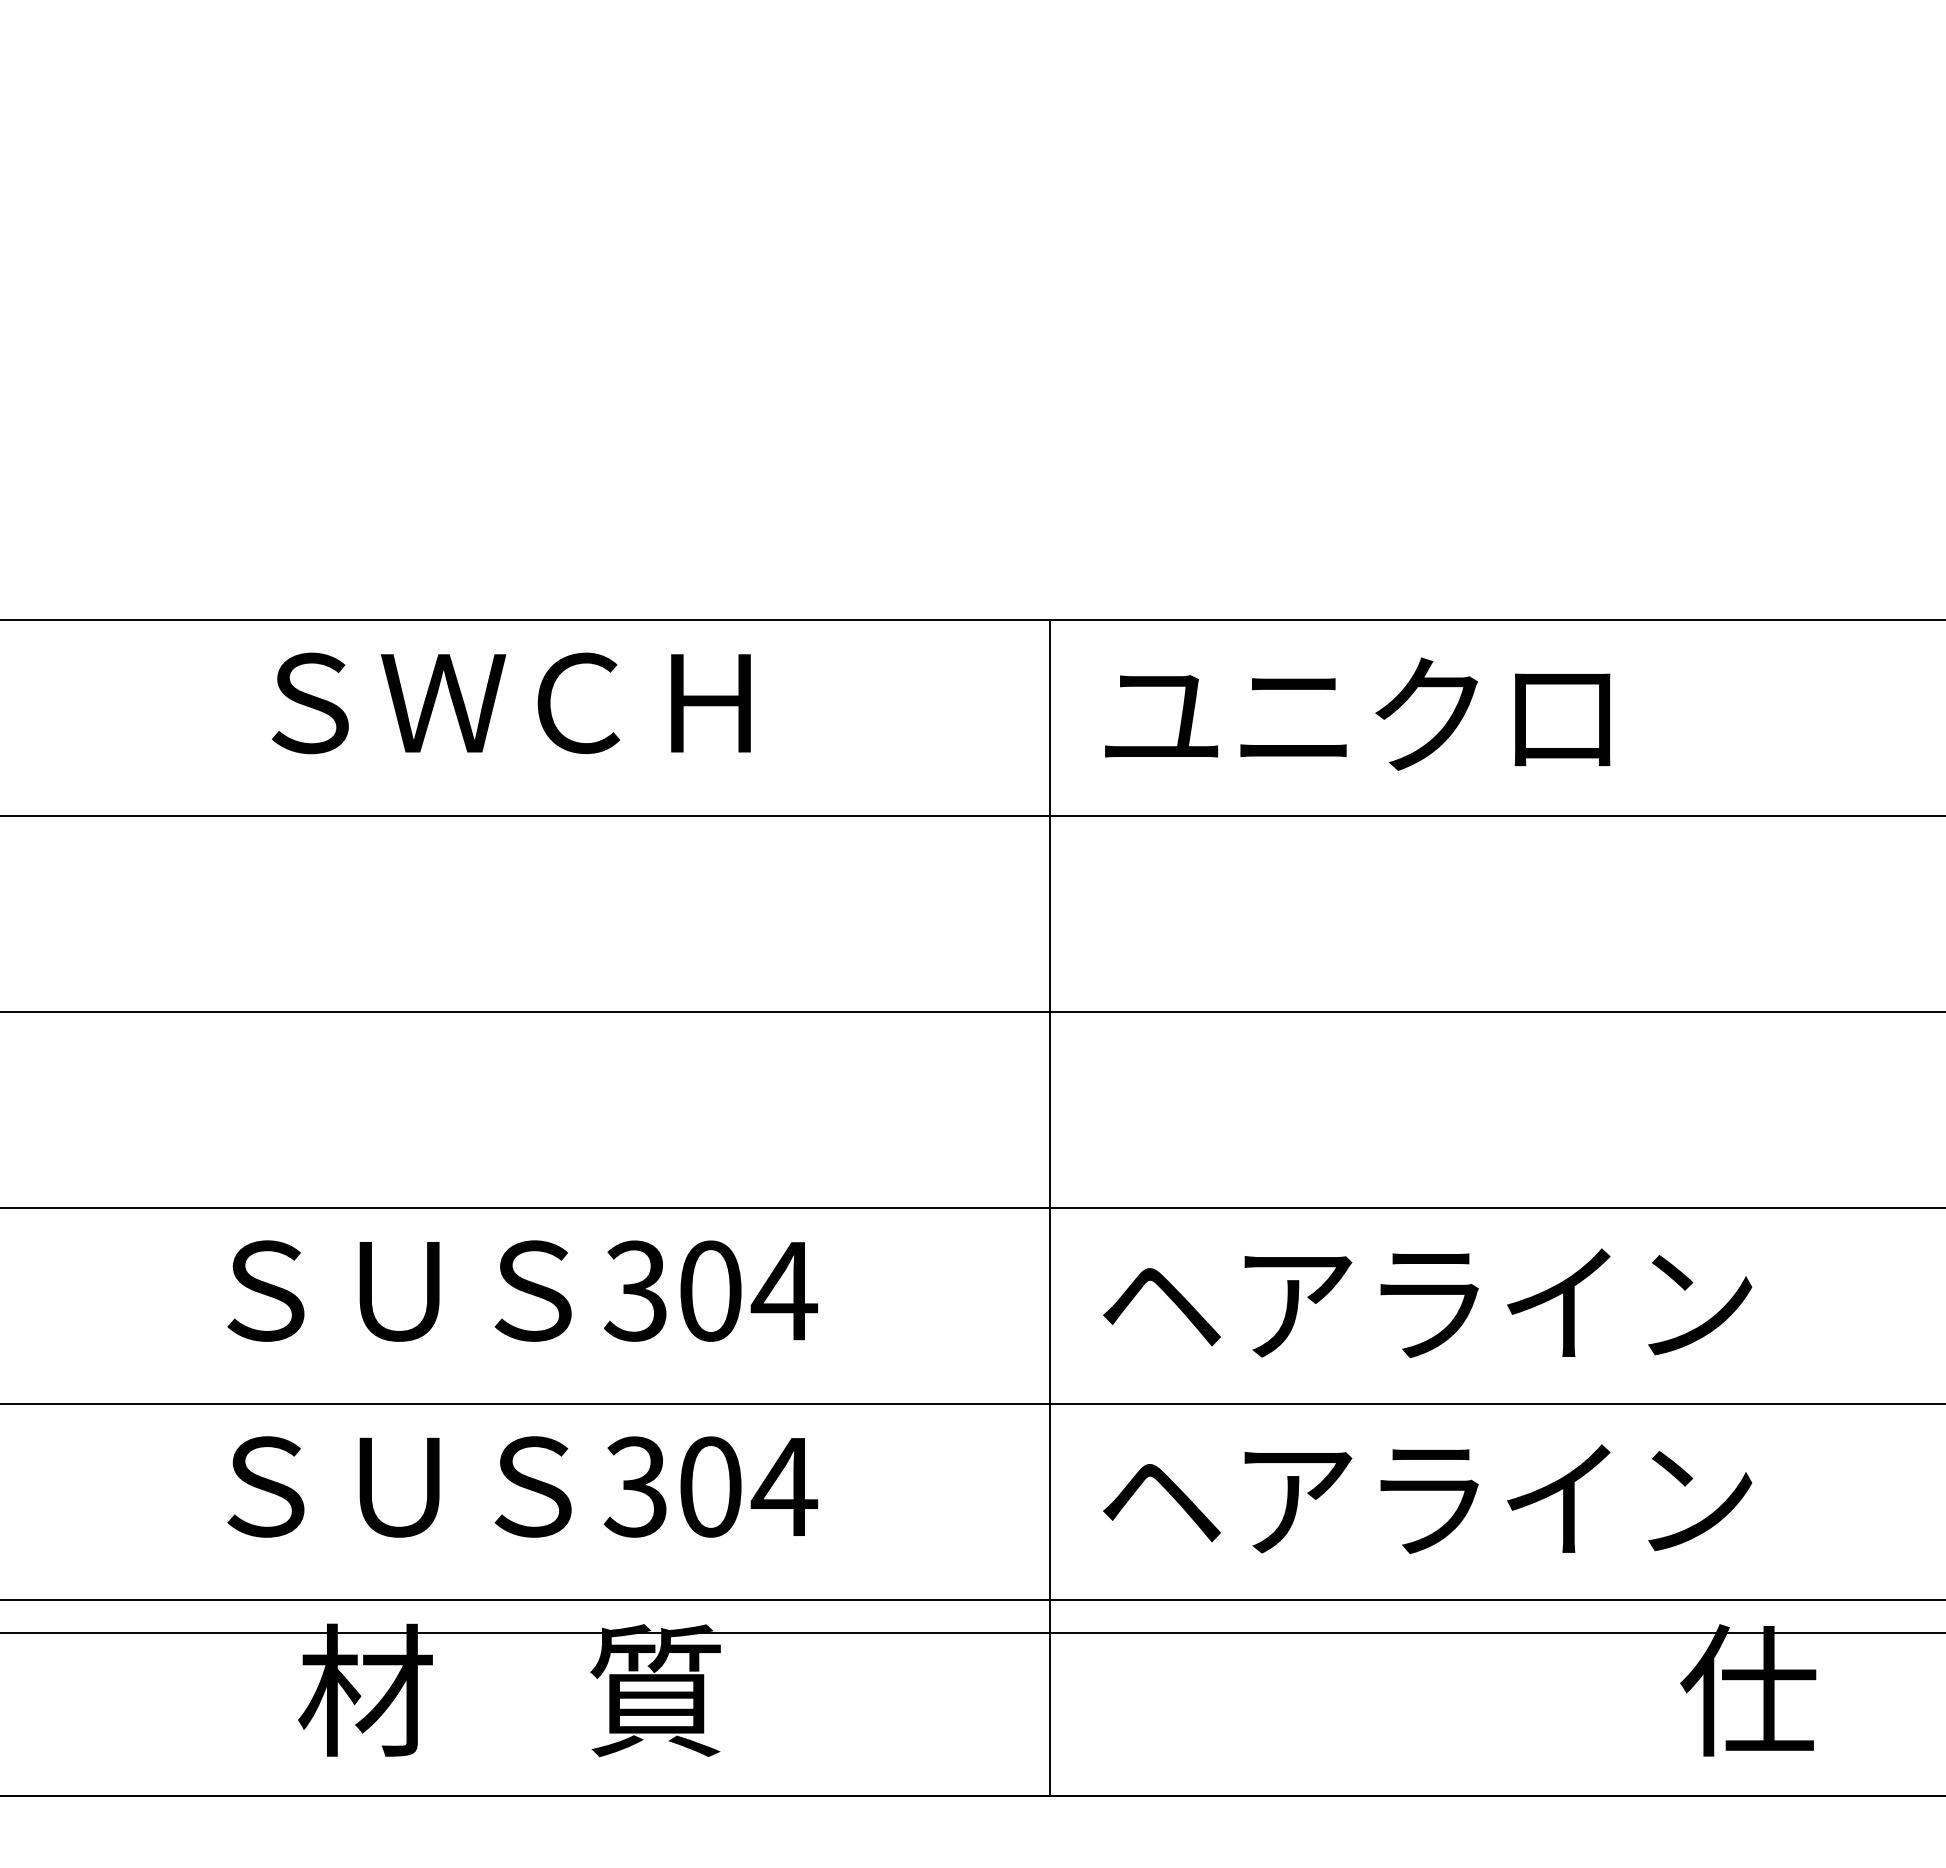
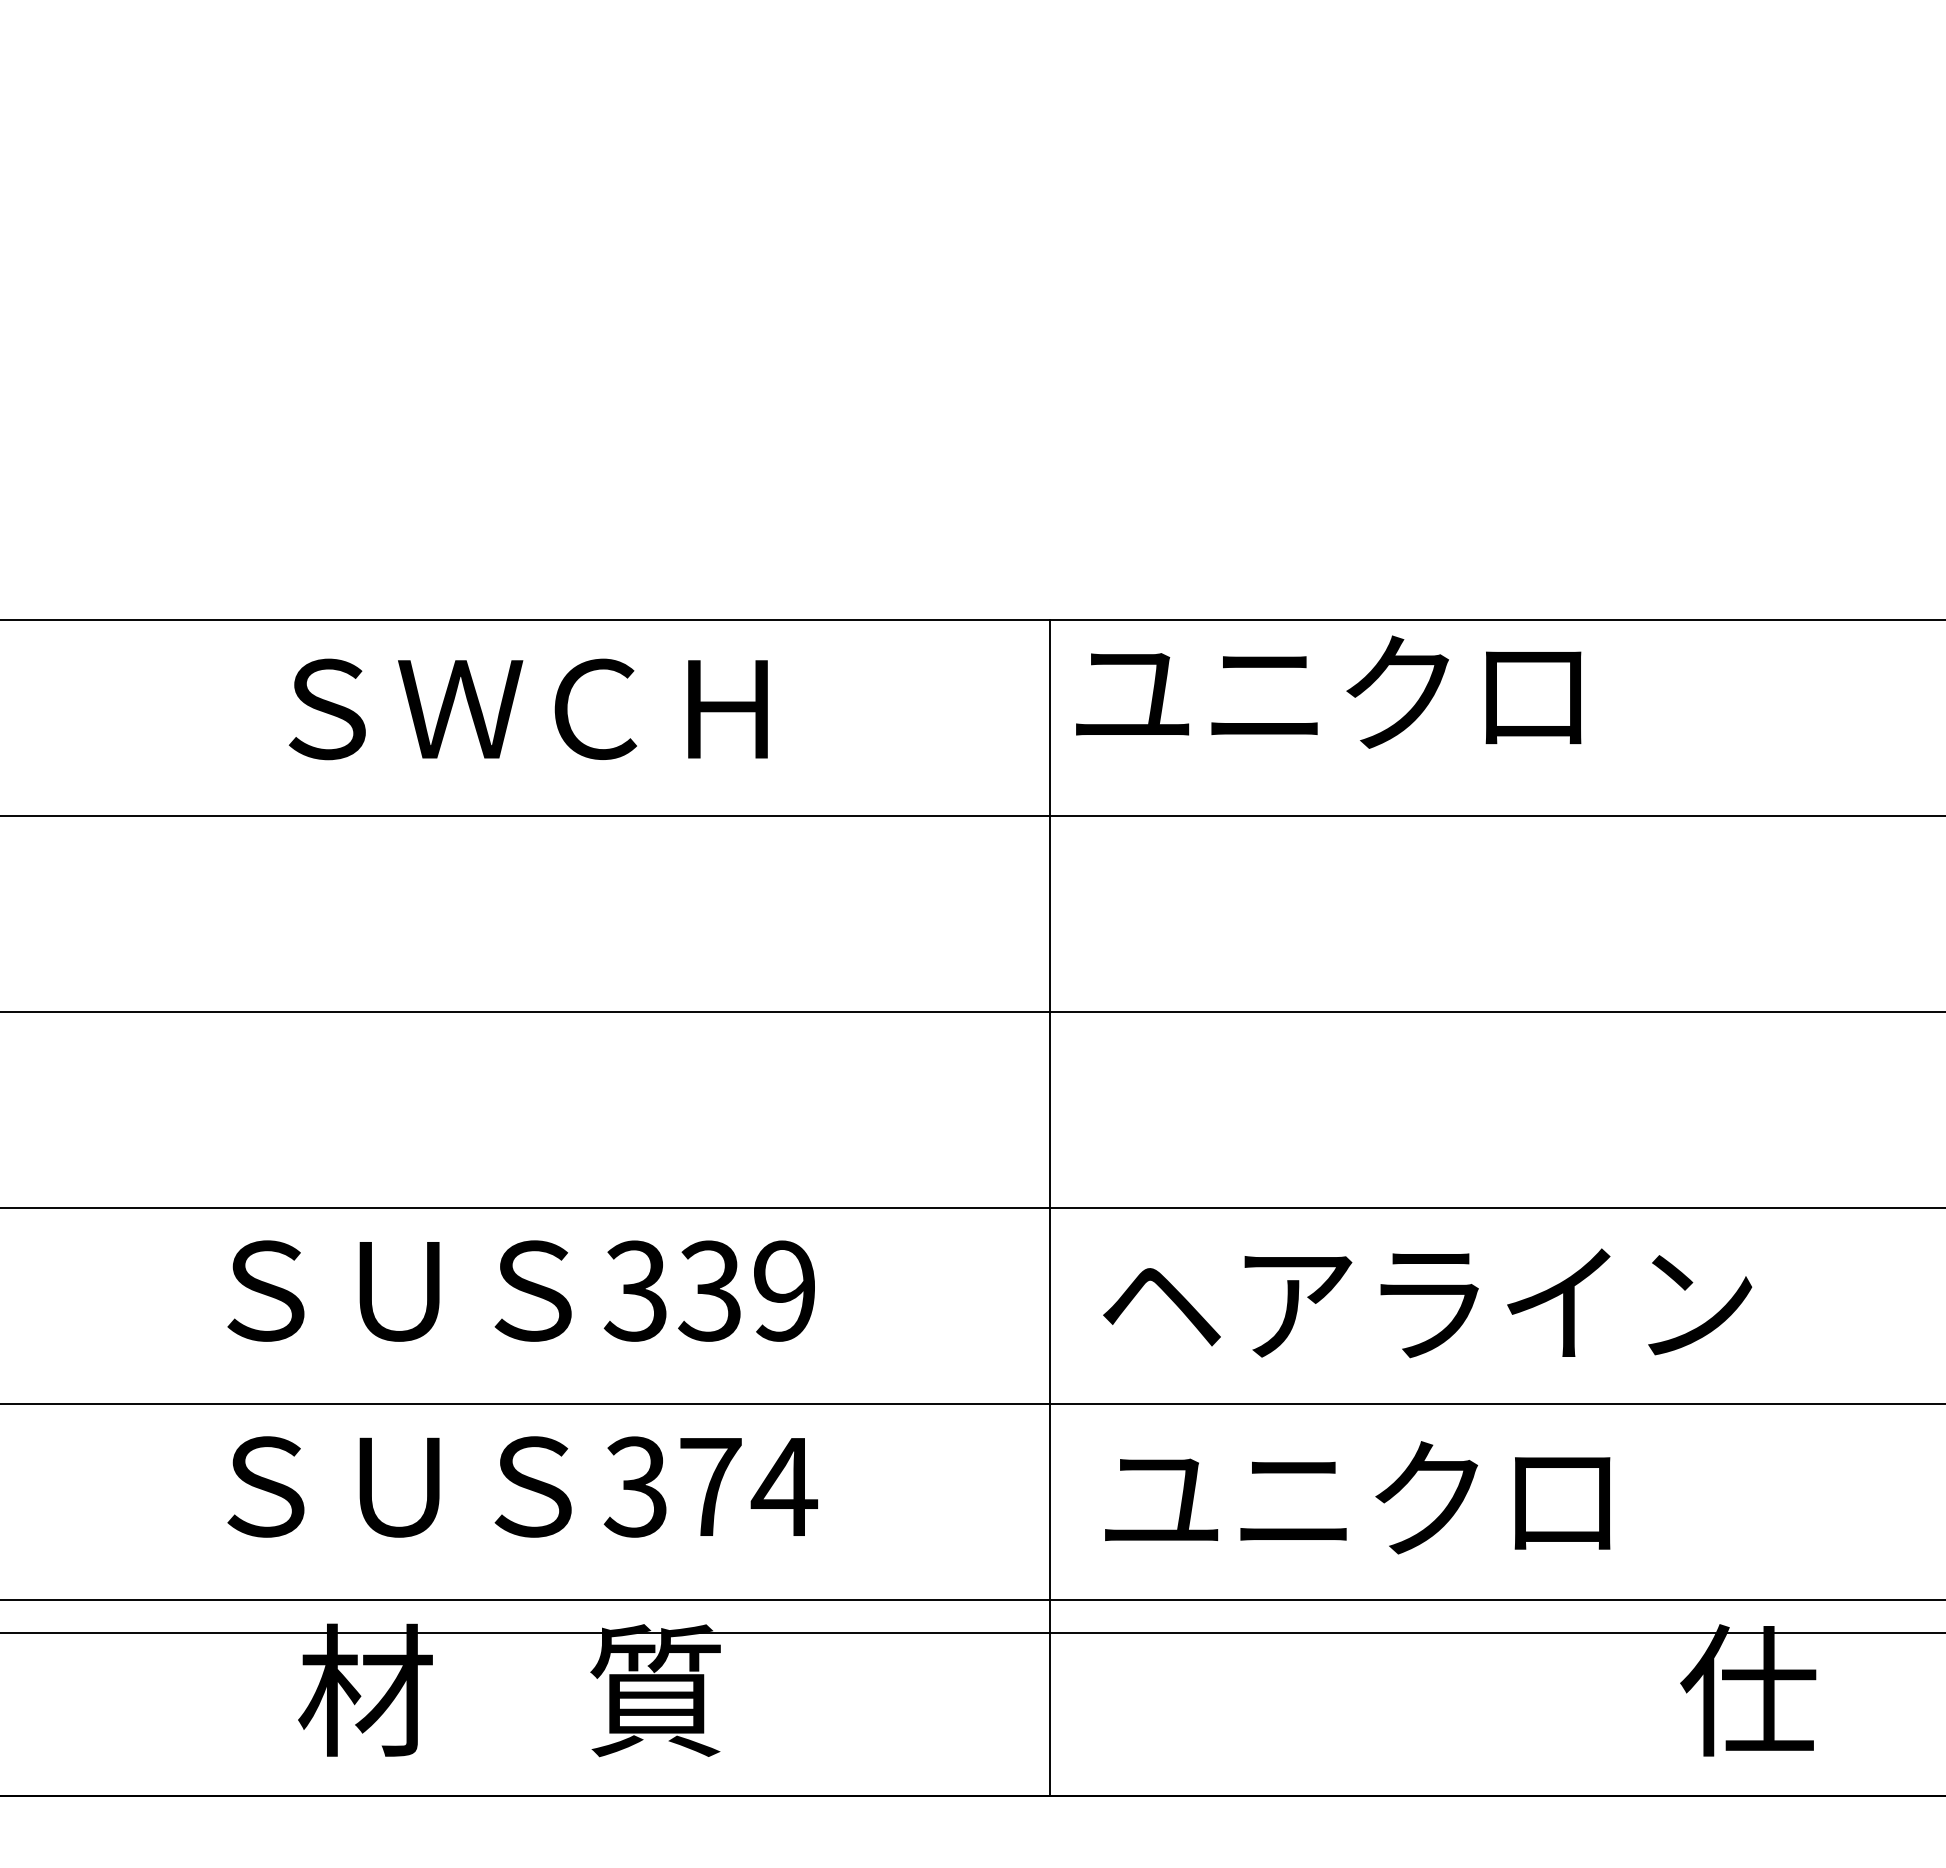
text at (511, 703) position: (511, 703) -> (528, 709)
text at (1357, 713) position: (1357, 713) -> (1328, 691)
text at (748, 1290): 304 -> 339
text at (710, 1486): 304 -> 374
text at (1427, 1497): ヘアライン -> ユニクロ
